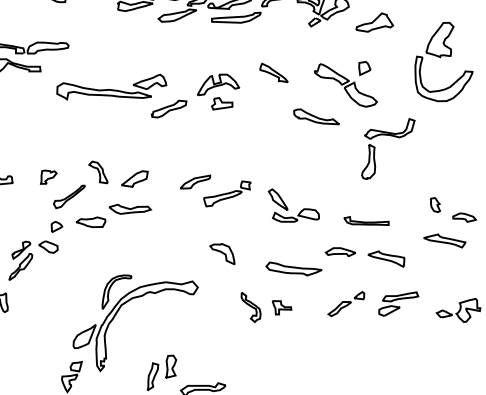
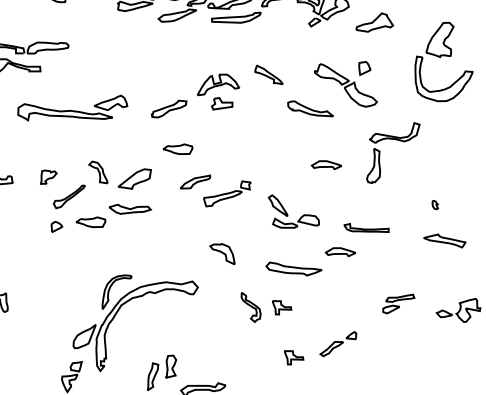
part at (273, 72) position: (273, 72) -> (268, 74)
part at (111, 86) position: (111, 86) -> (72, 107)
part at (316, 116) position: (316, 116) -> (310, 108)
part at (390, 136) position: (390, 136) -> (395, 140)
part at (177, 148): none -> present
part at (325, 165): none -> present
part at (134, 178) size: 28x18 px -> 35x22 px
part at (434, 204) size: 12x16 px -> 9x11 px
part at (293, 205) position: (293, 205) -> (293, 211)
part at (464, 217): present -> none
curve at (366, 221) position: (366, 221) -> (366, 228)
part at (386, 258): present -> none
part at (33, 260): present -> none
part at (398, 303) size: 42x26 px -> 34x22 px
part at (346, 304) position: (346, 304) -> (338, 344)
curve at (293, 358): none -> present
